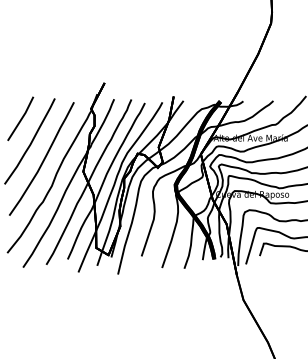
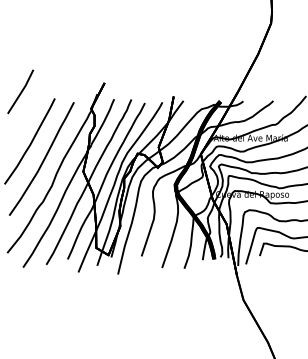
part at (20, 118) position: (20, 118) -> (20, 91)
